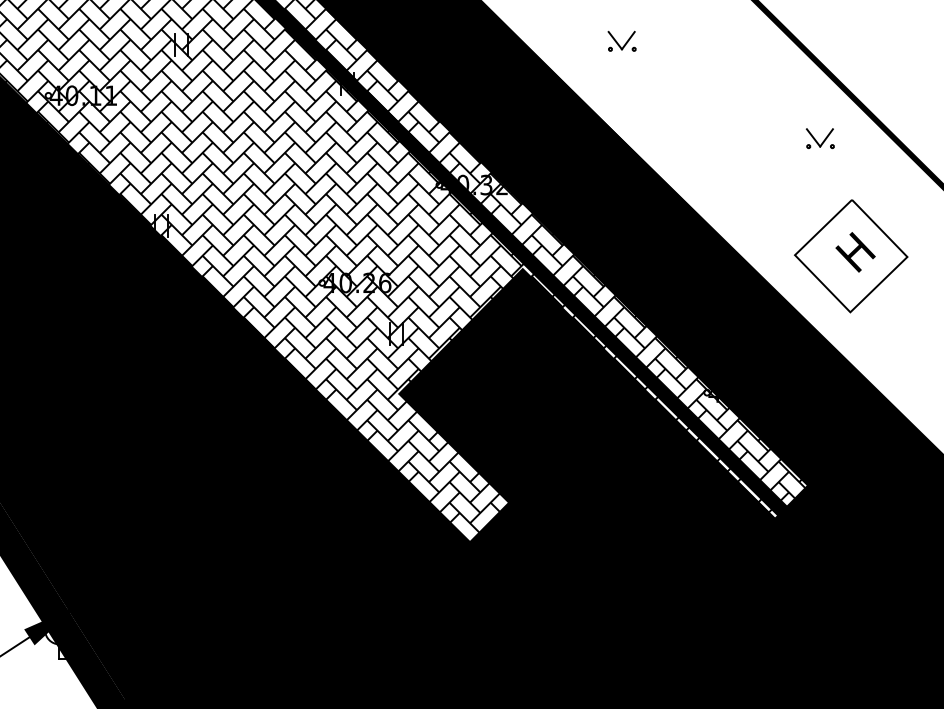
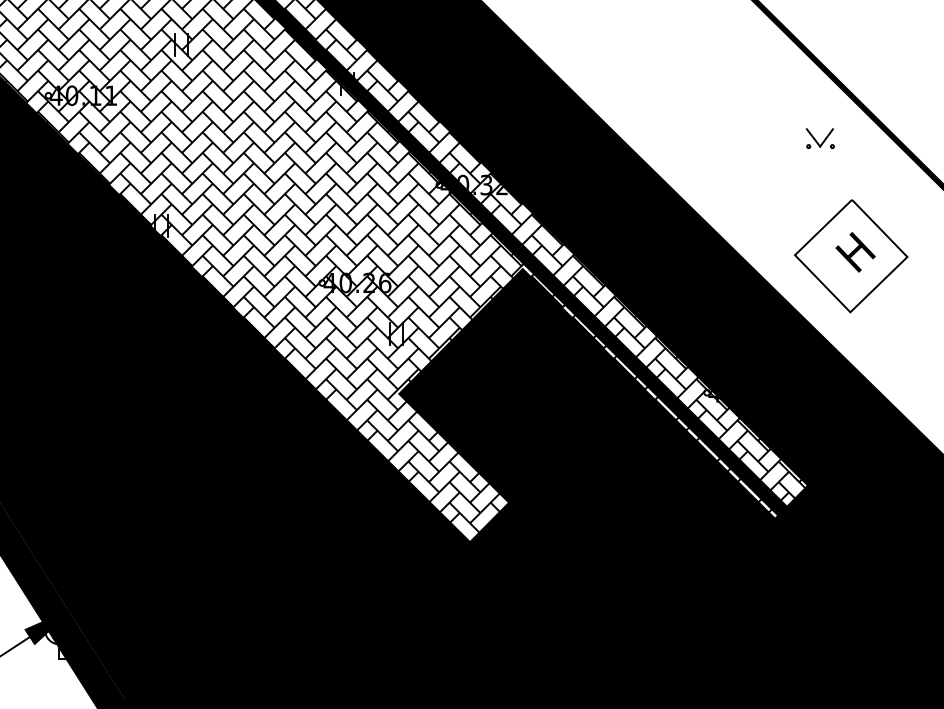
part at (621, 40): present -> none
